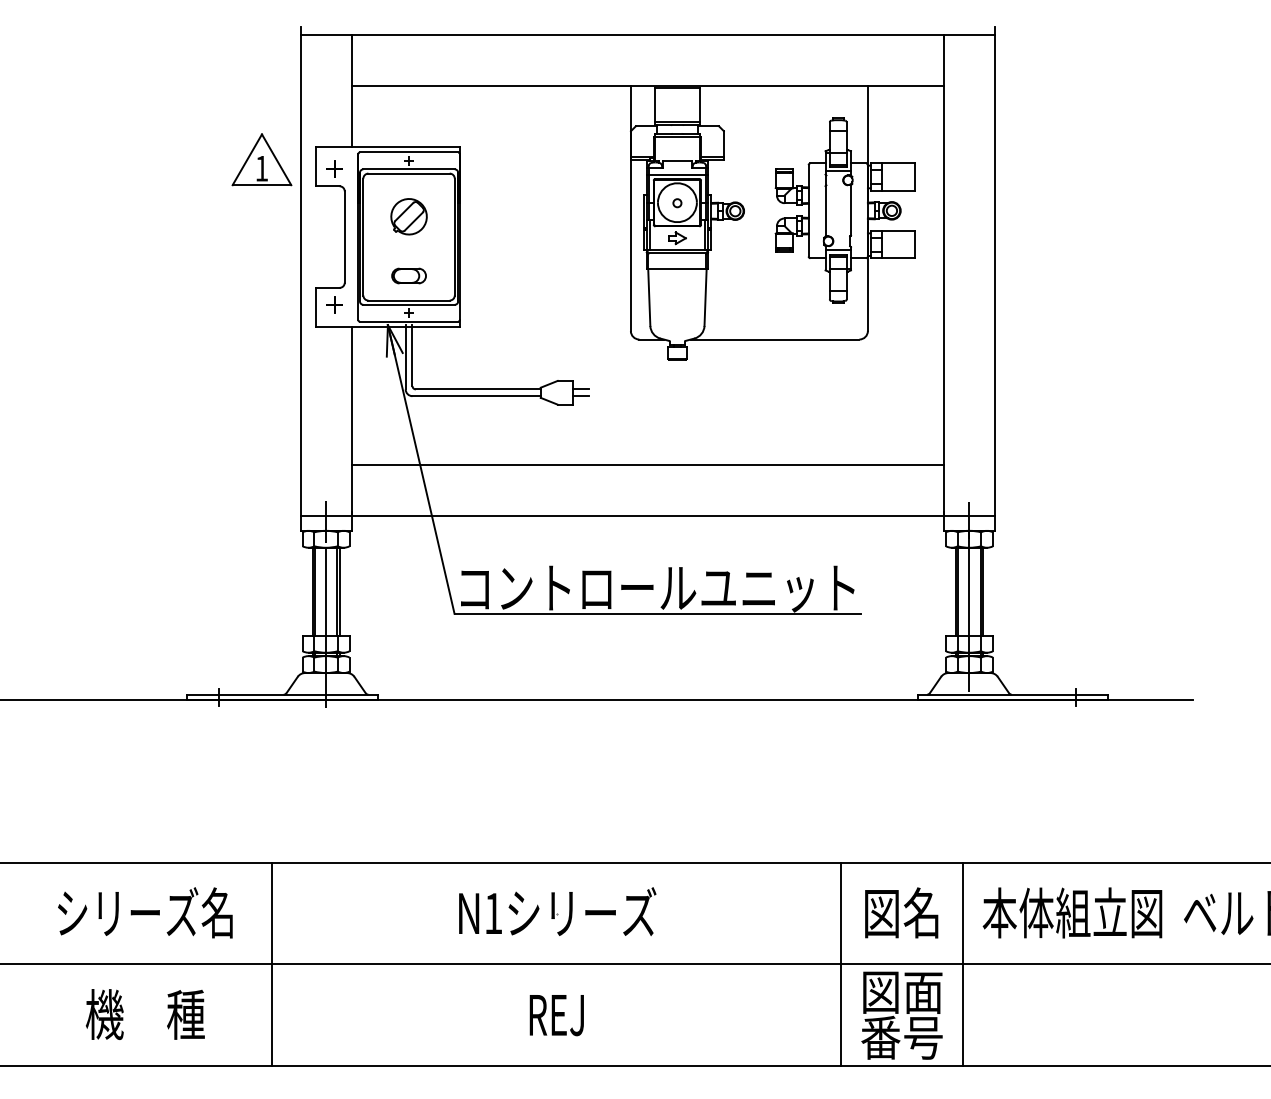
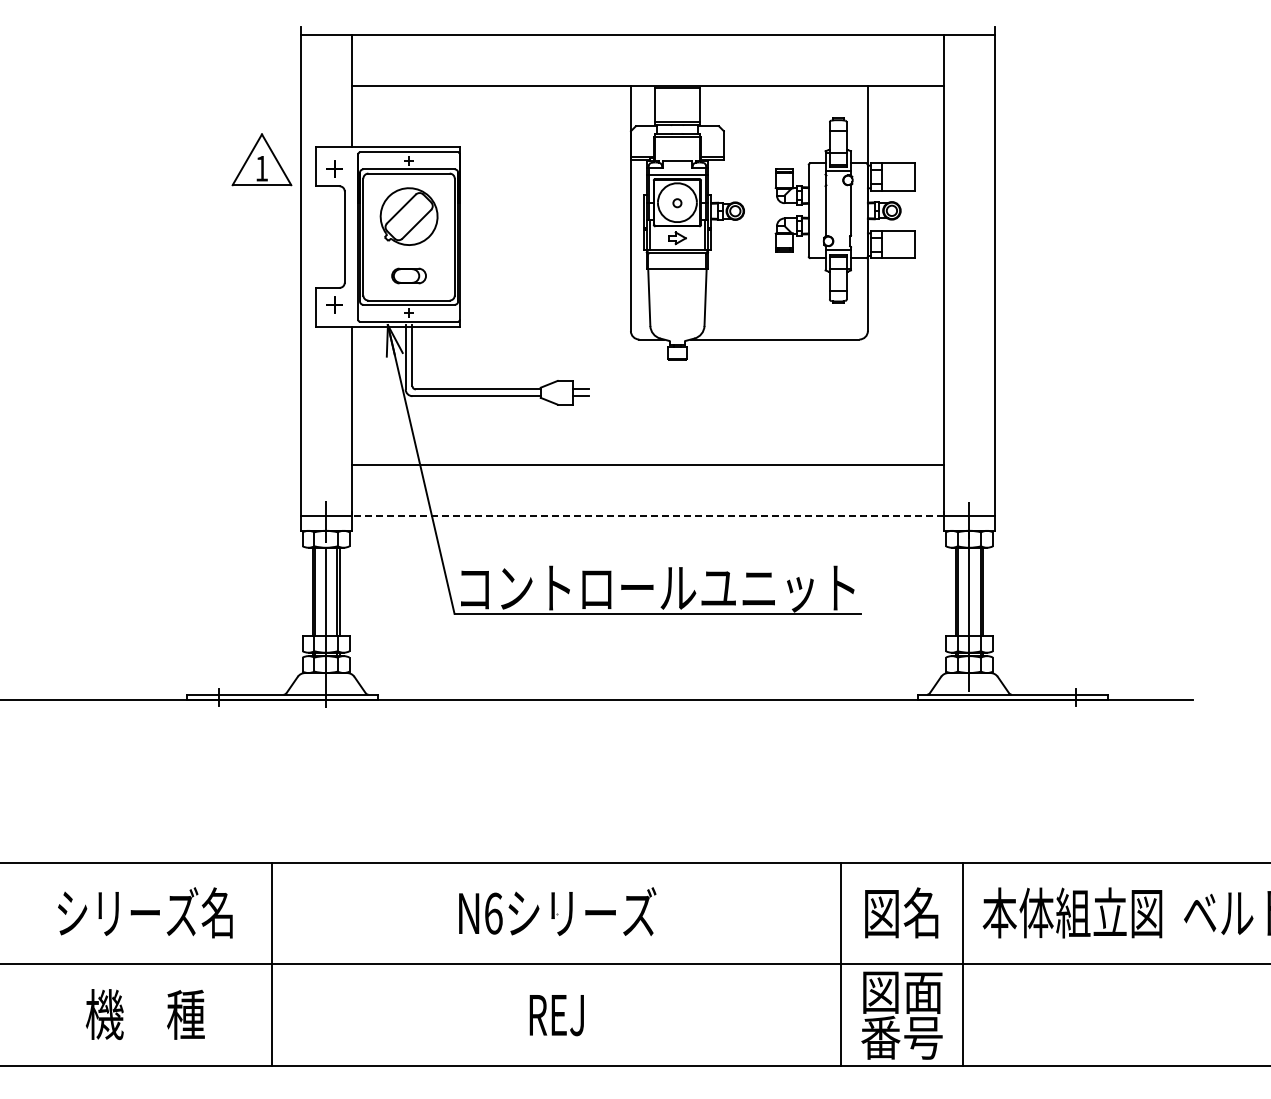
part at (408, 216) size: 38x38 px -> 60x59 px
line at (647, 515): solid -> dashed
text at (493, 913): N1 -> N6
